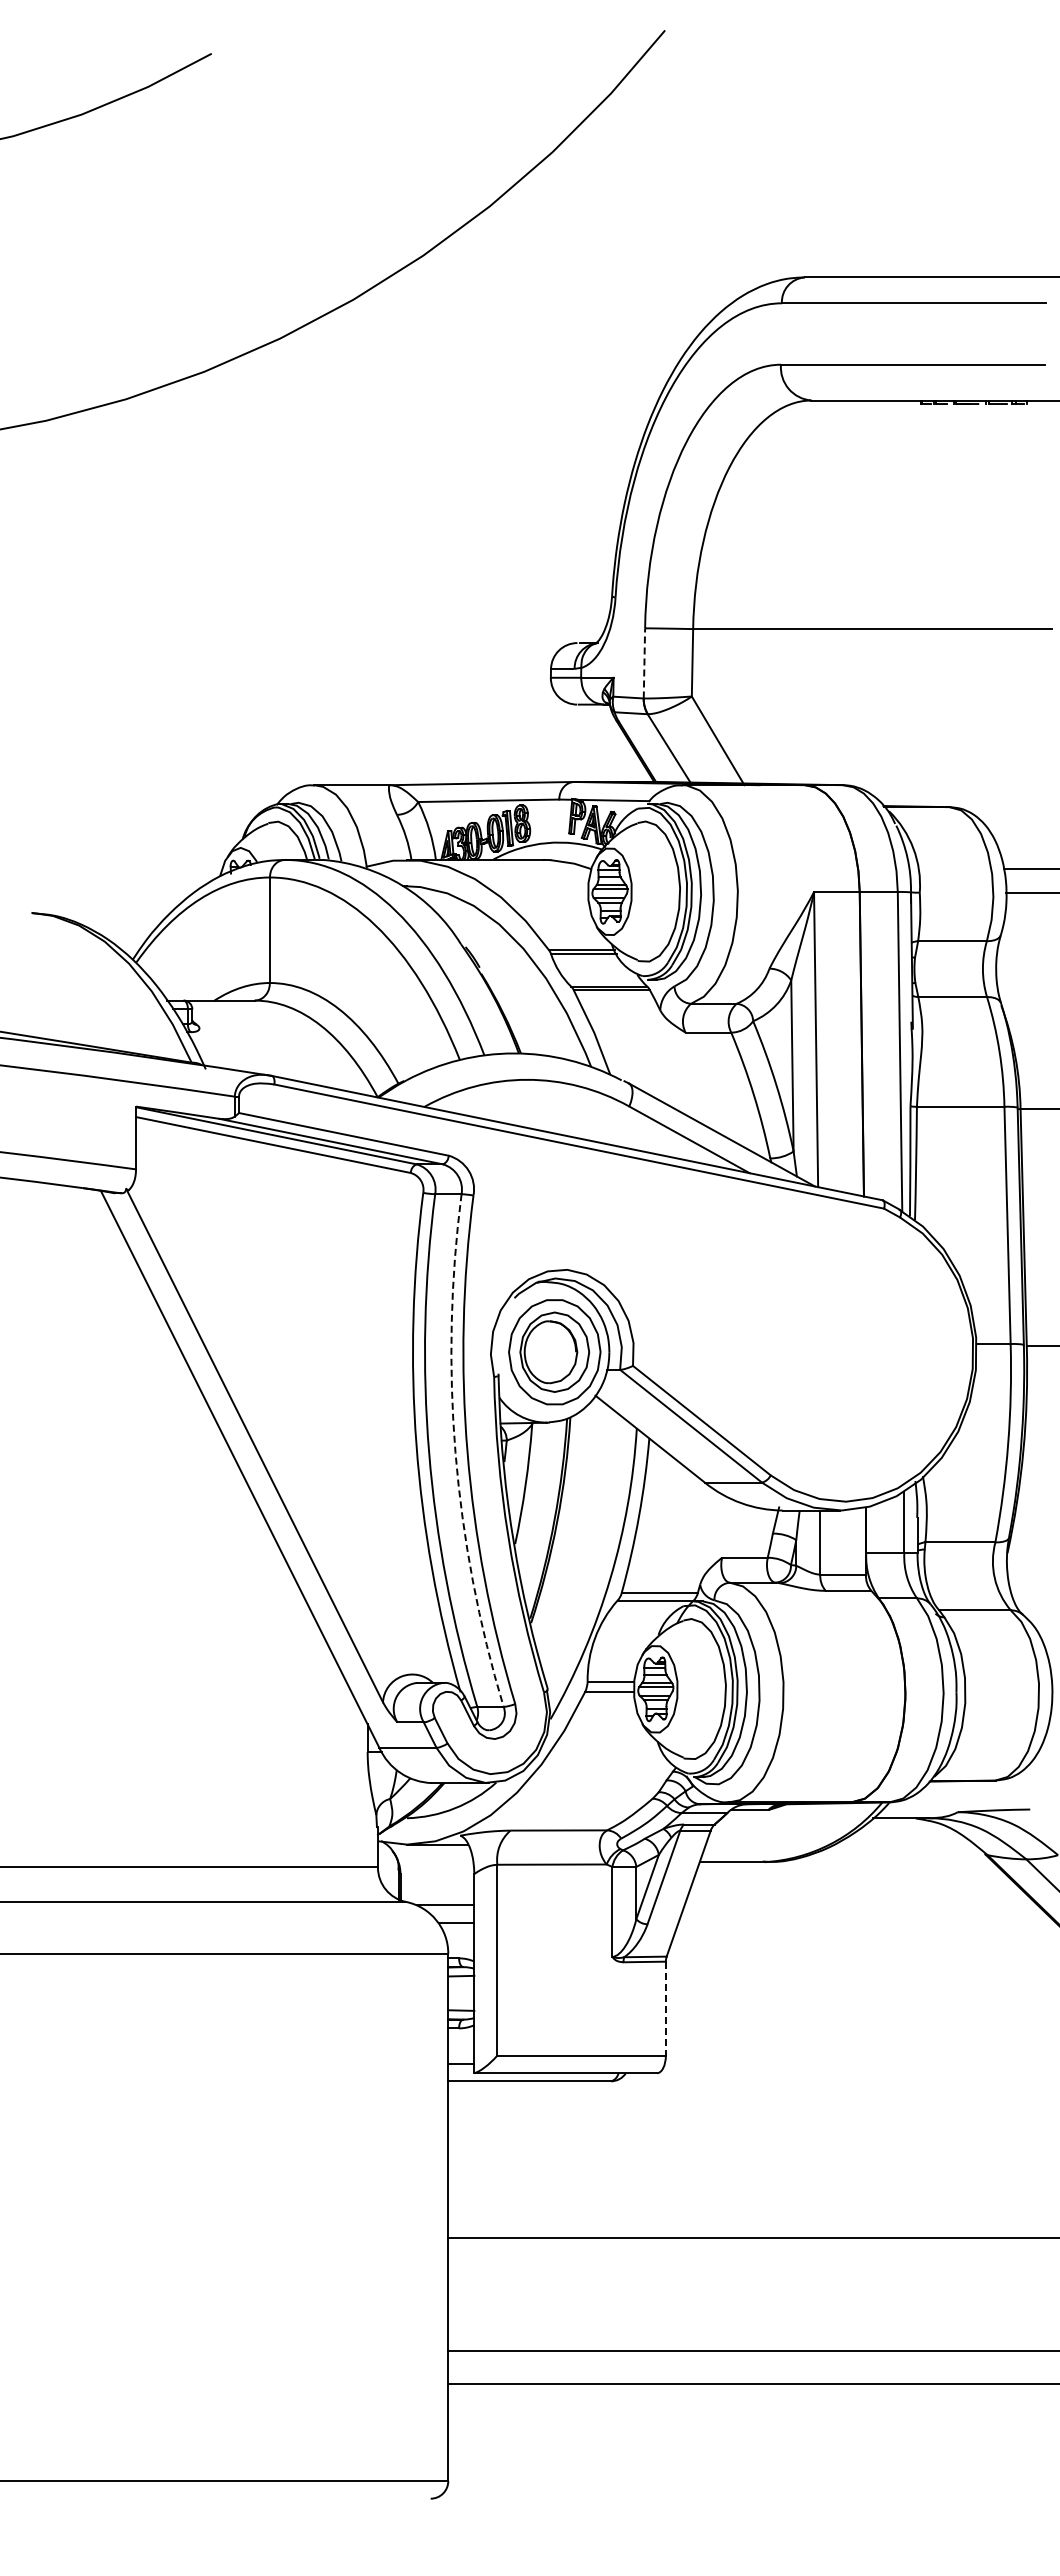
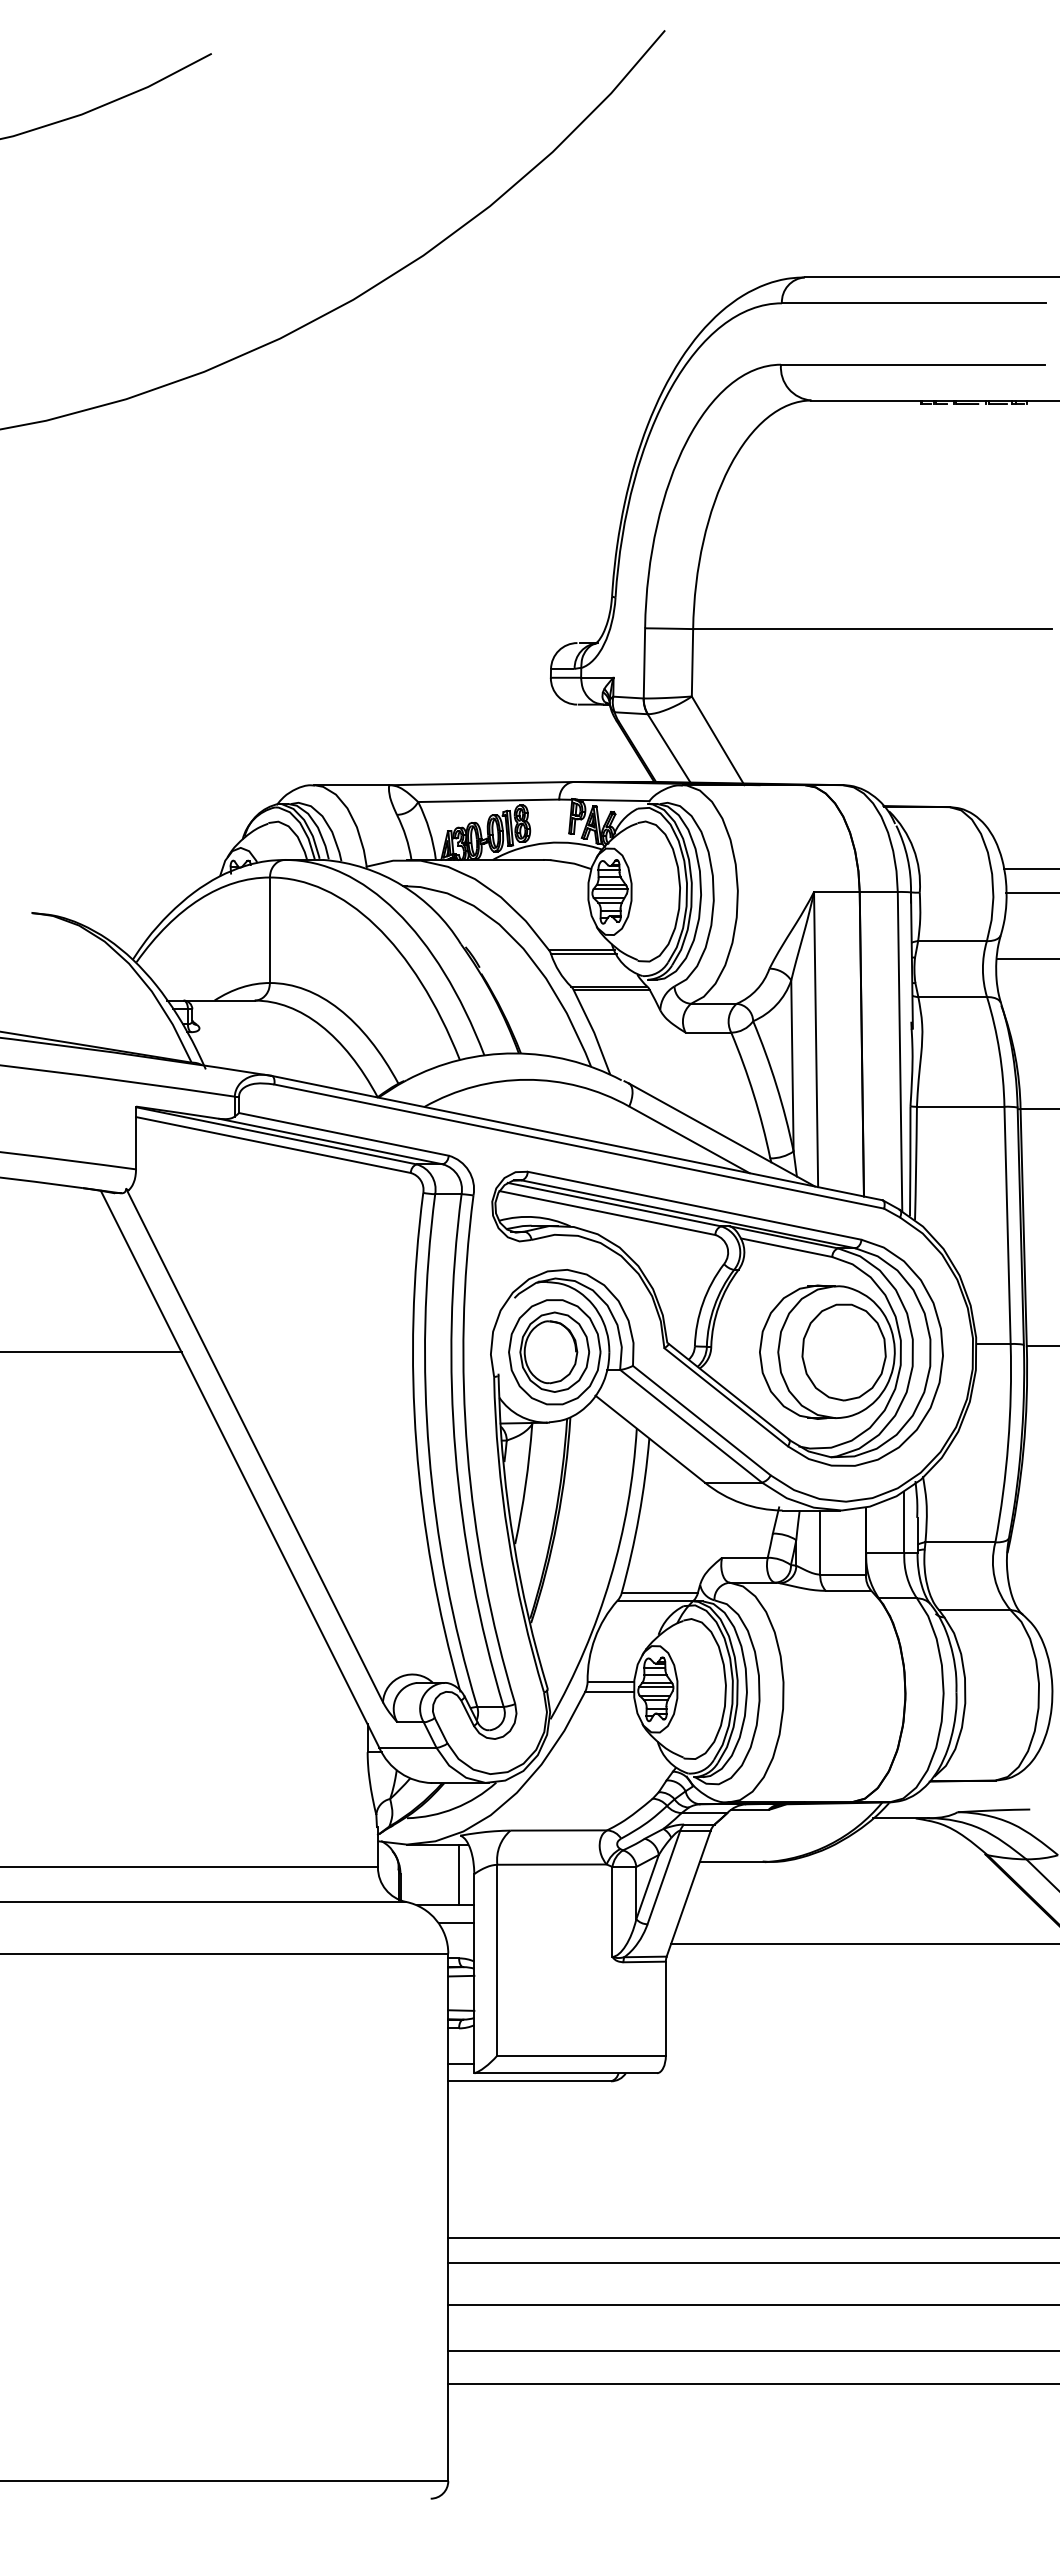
line at (644, 662): dashed -> solid
line at (1026, 958): none -> present
part at (717, 1318): none -> present
line at (91, 1352): none -> present
arc at (455, 1452): dashed -> solid
line at (459, 1874): none -> present
line at (863, 1943): none -> present
line at (665, 2008): dashed -> solid
line at (752, 2262): none -> present
line at (752, 2305): none -> present
